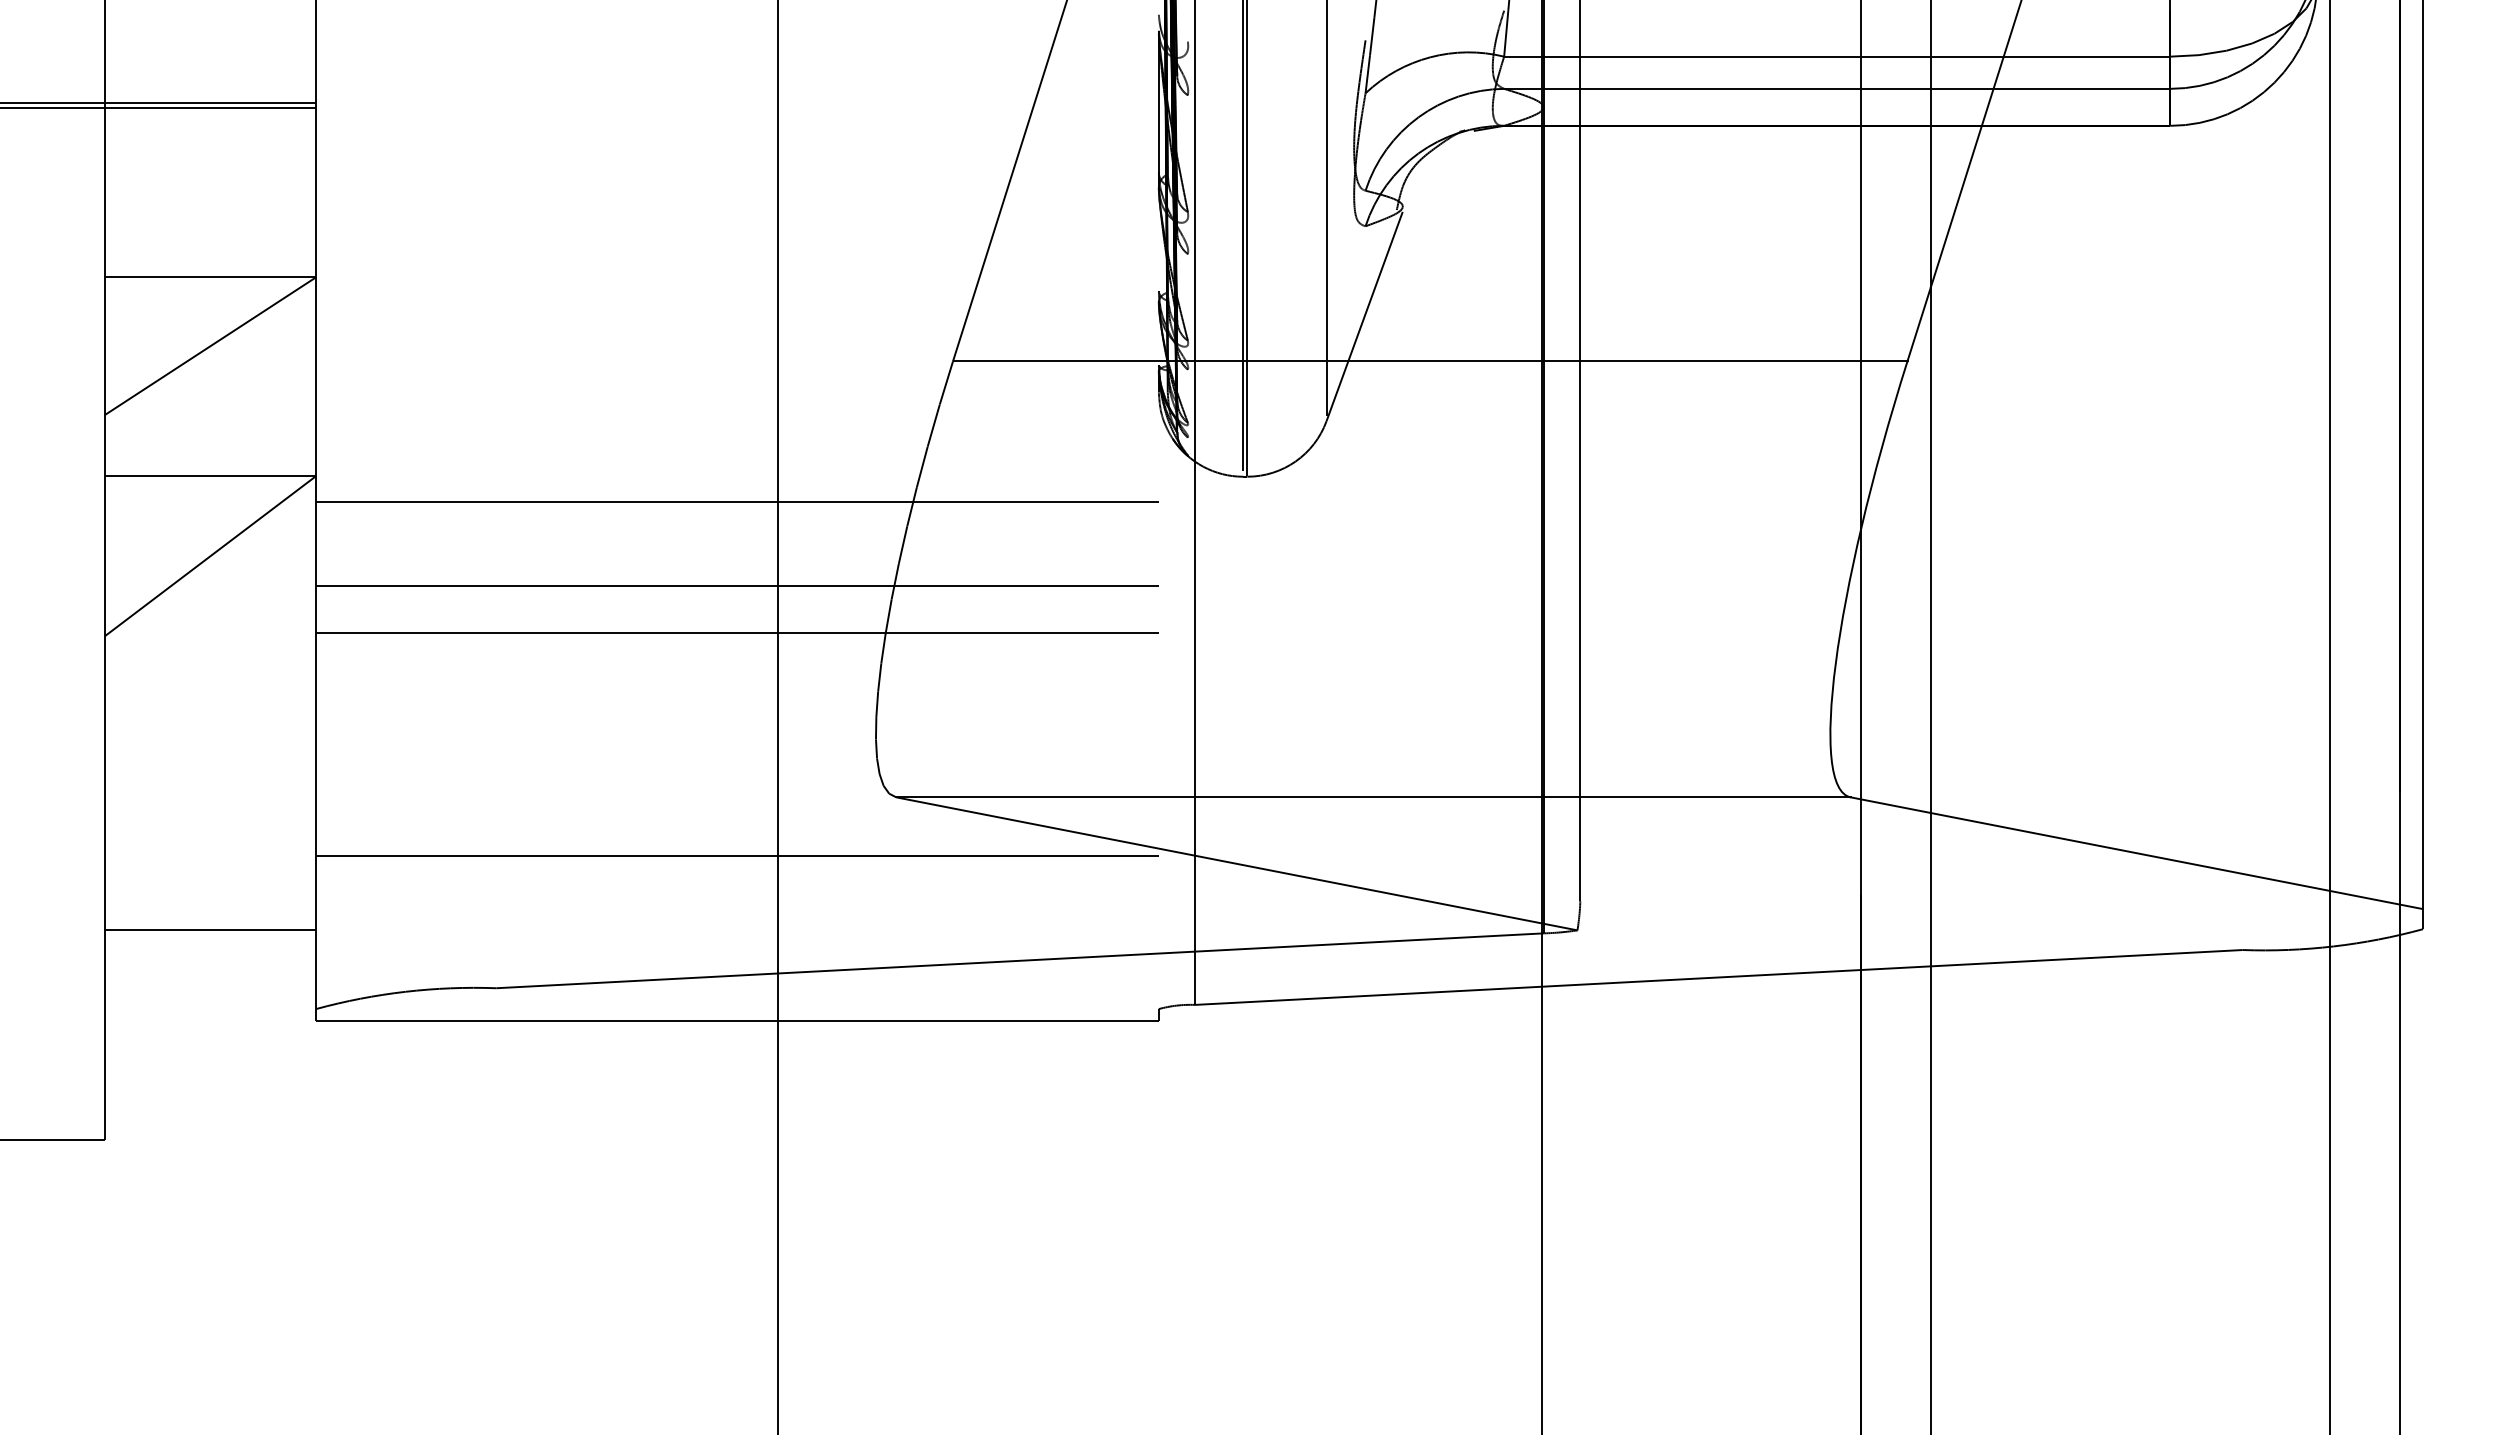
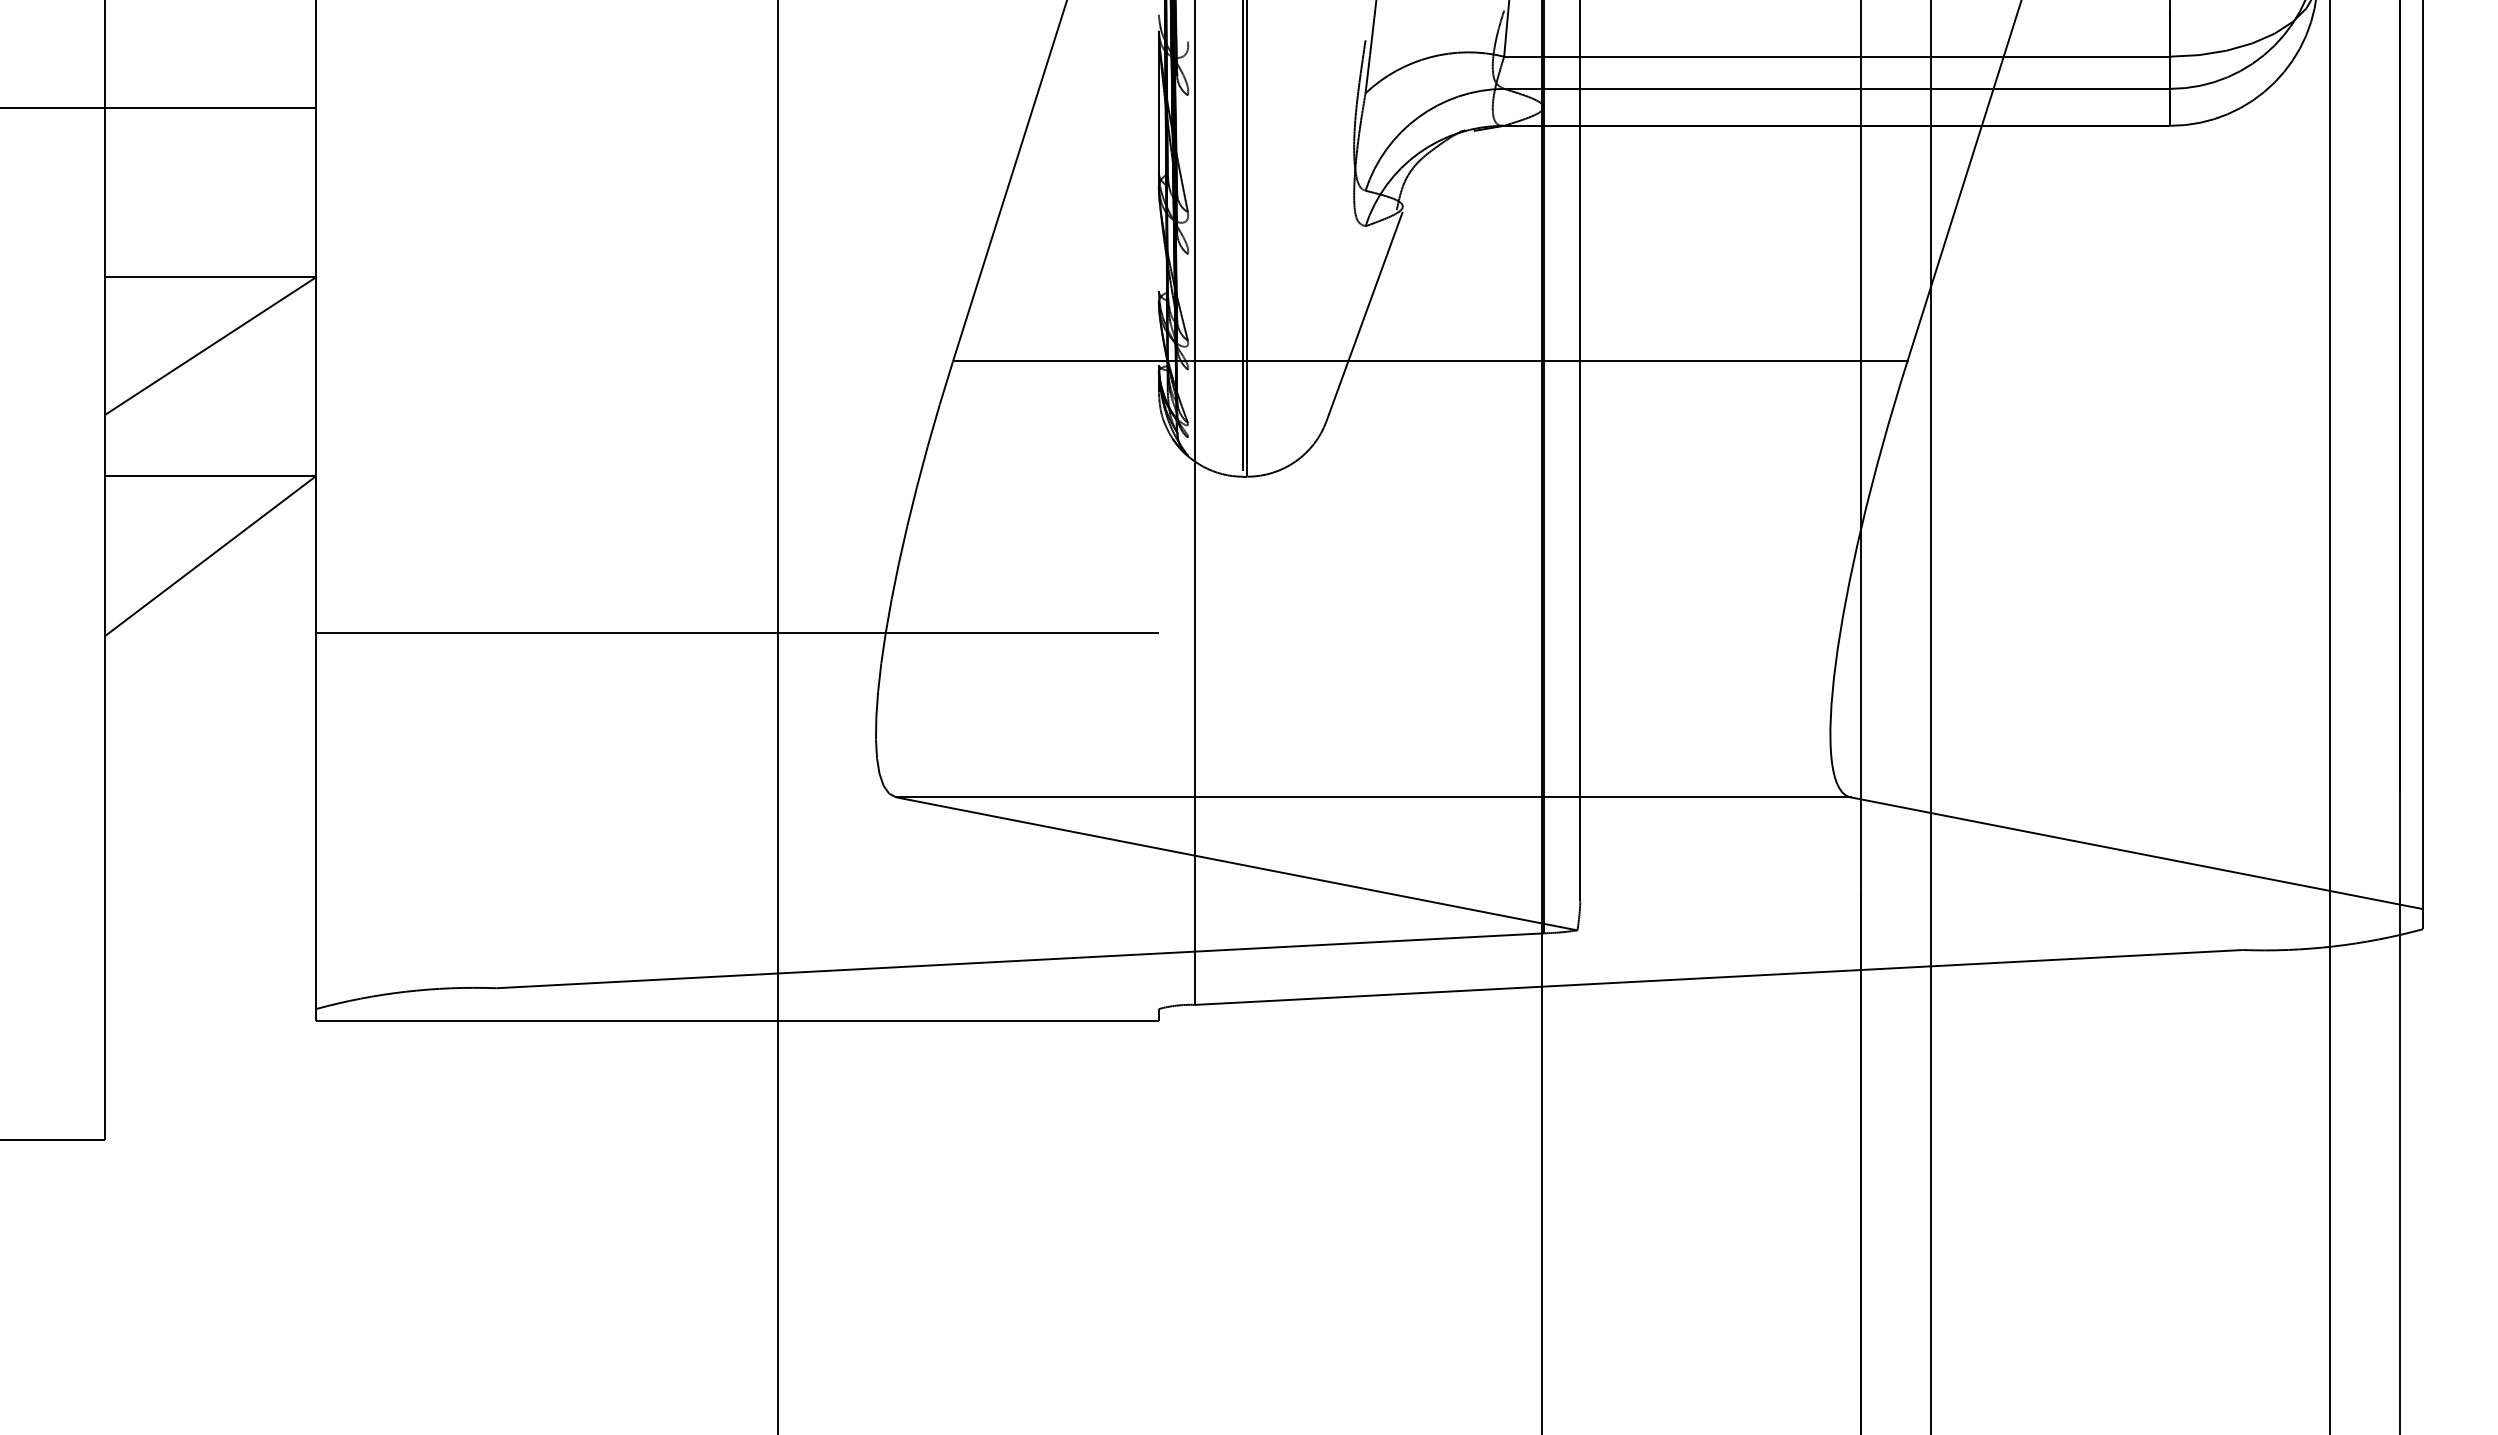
line at (159, 102): present -> none
line at (1326, 209): present -> none
line at (737, 502): present -> none
line at (737, 585): present -> none
line at (737, 855): present -> none
line at (210, 929): present -> none
